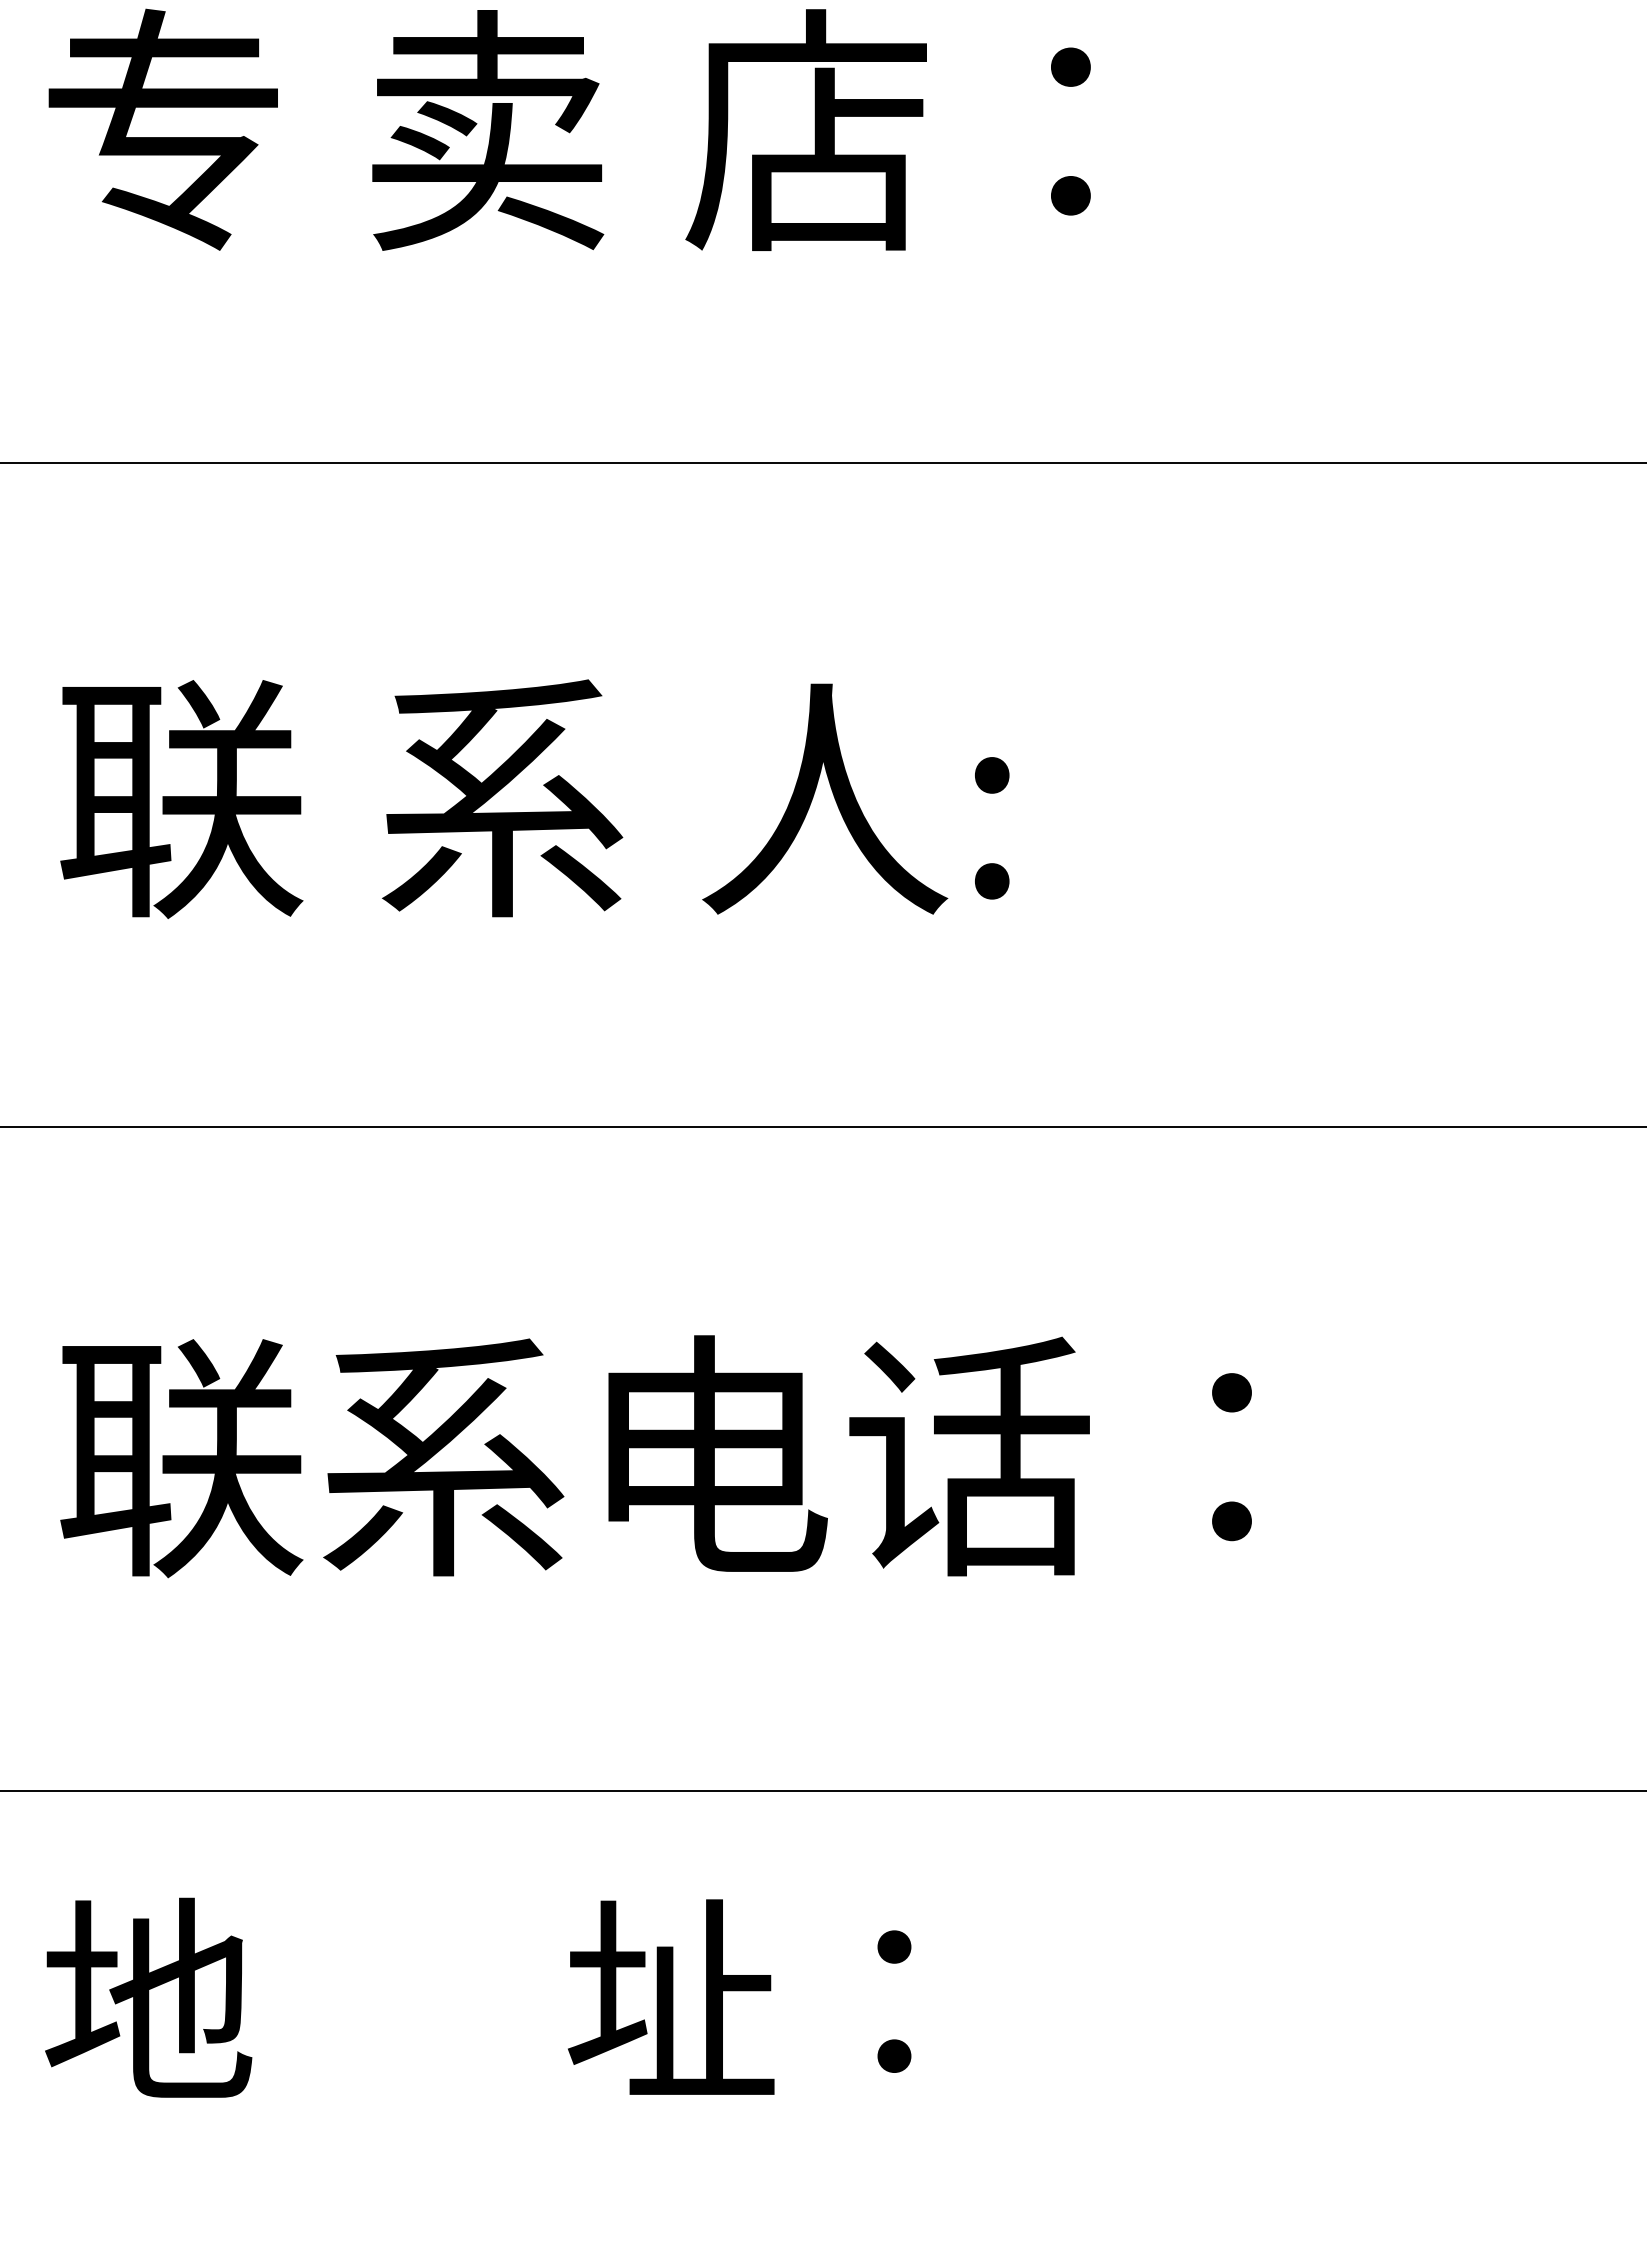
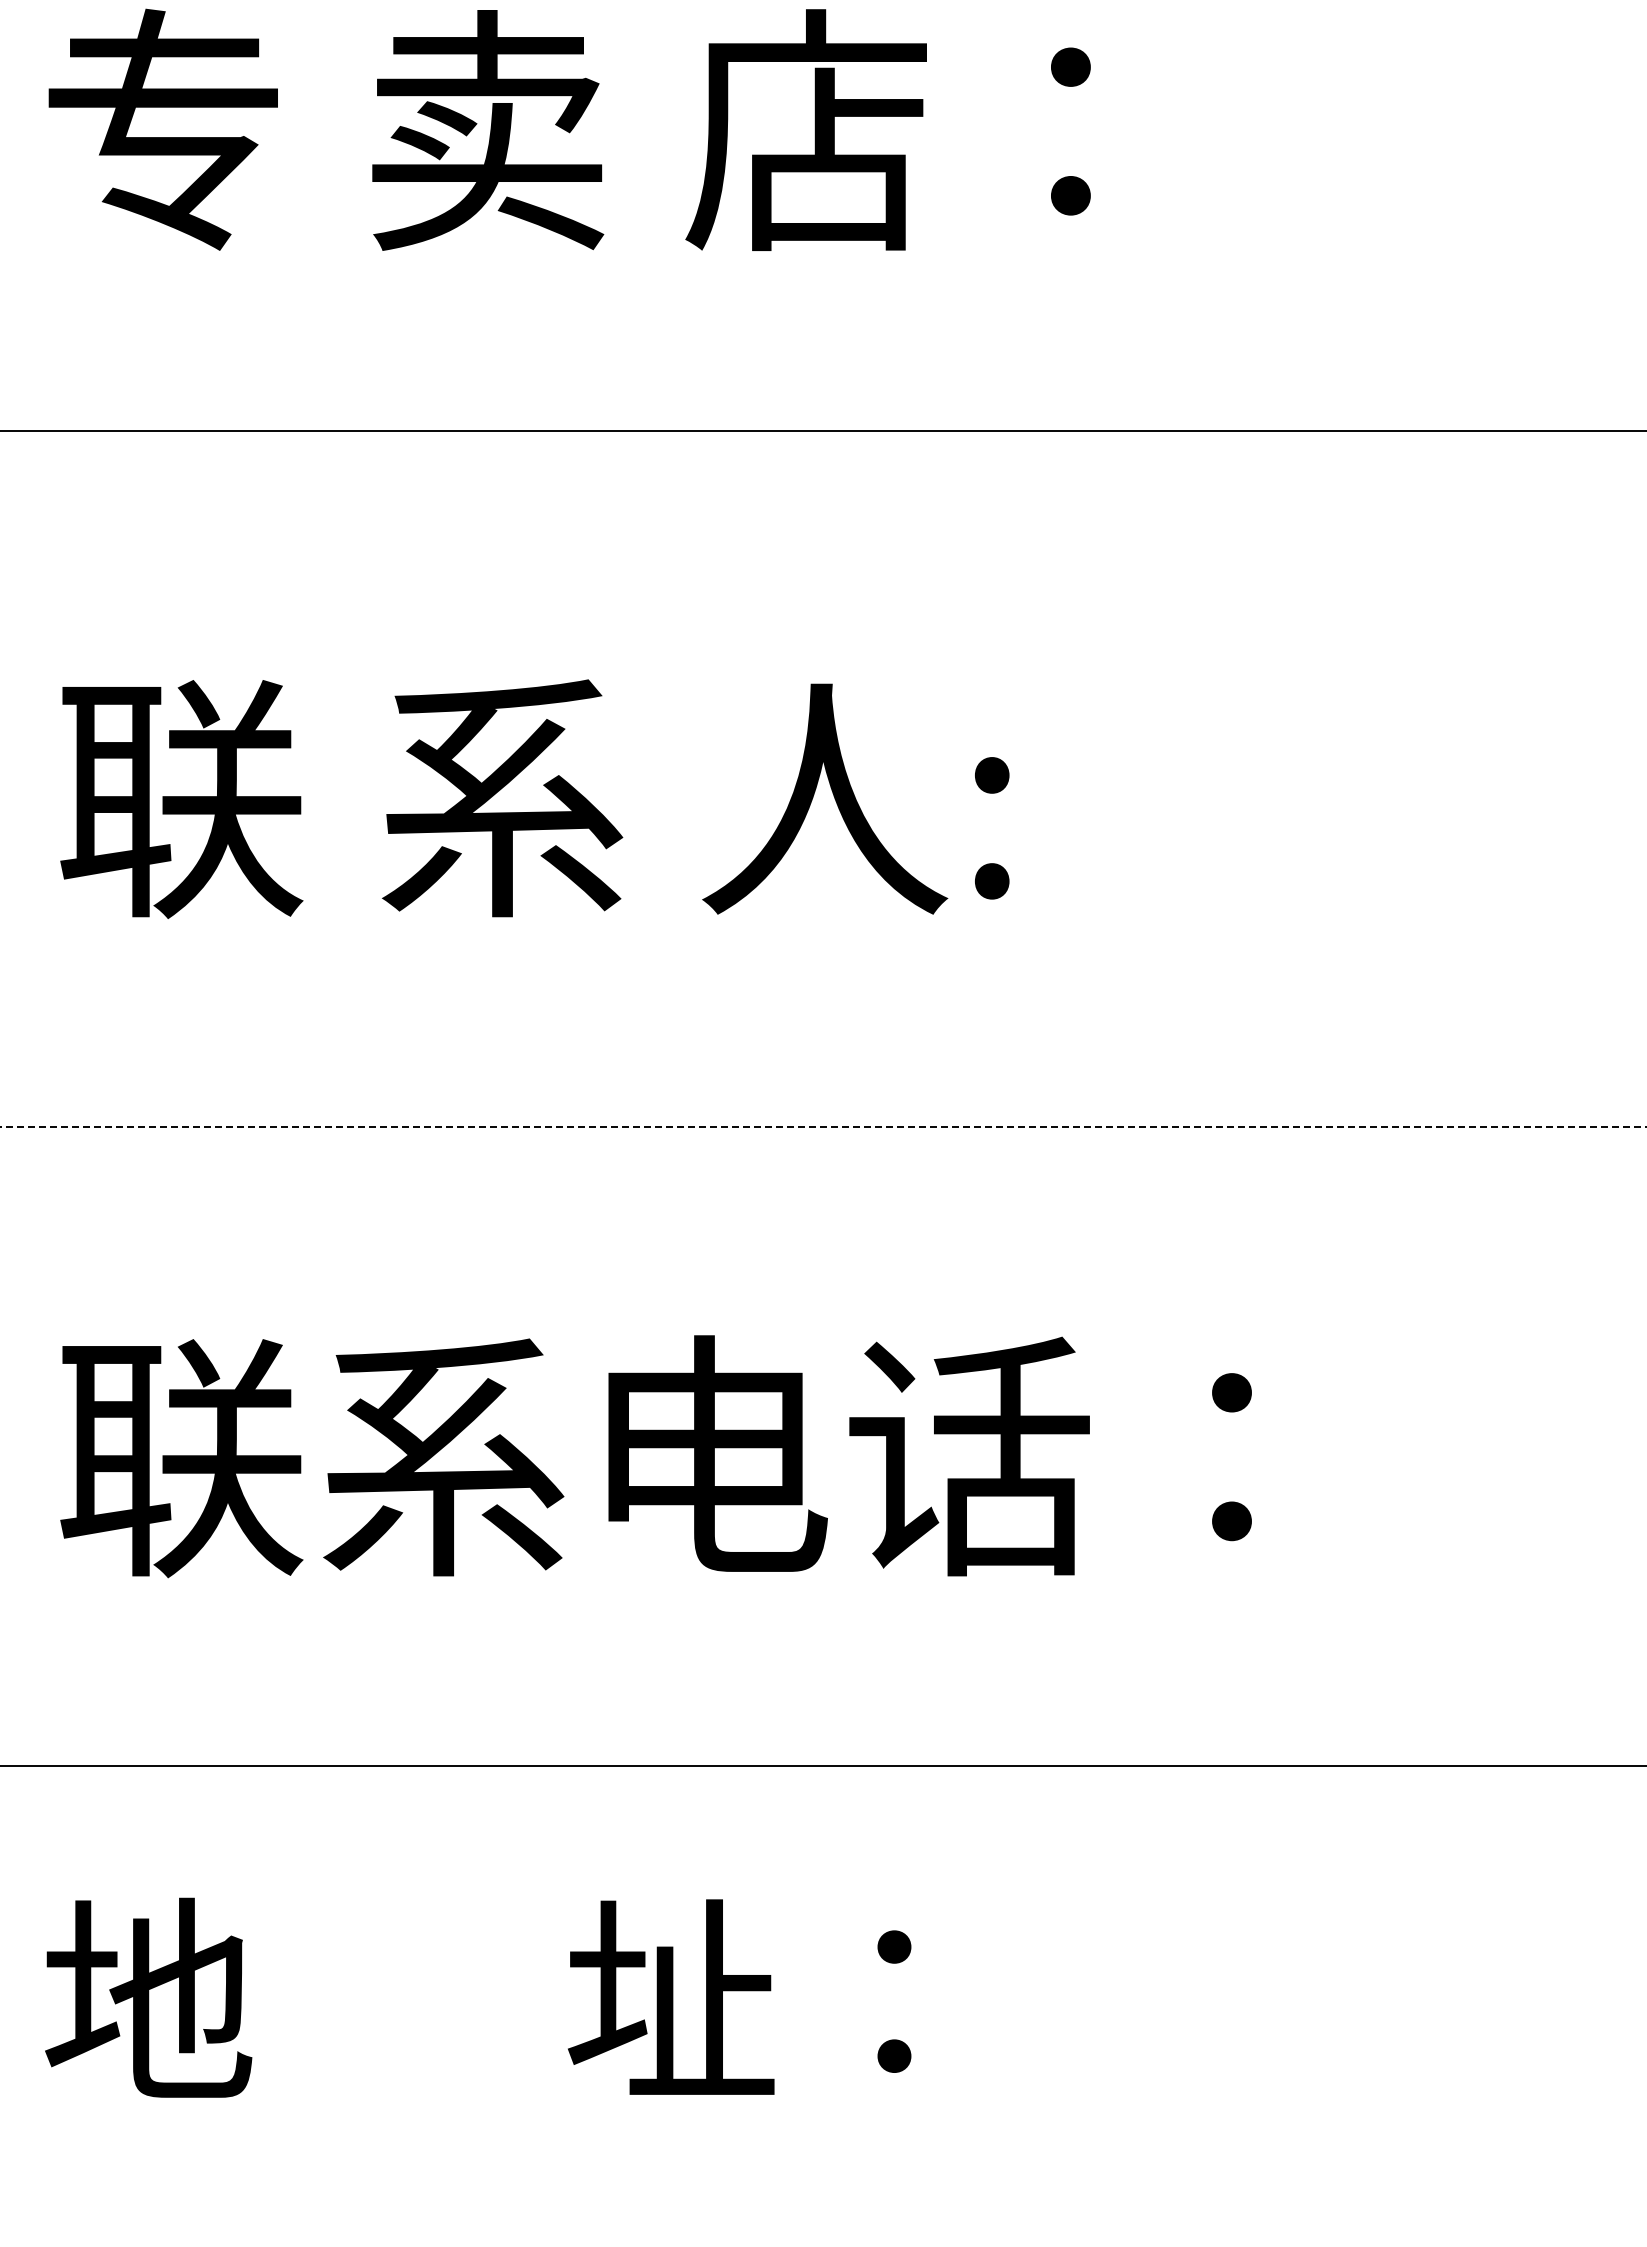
line at (822, 463) position: (822, 463) -> (822, 431)
line at (823, 1127): solid -> dashed
line at (822, 1790) position: (822, 1790) -> (822, 1765)
